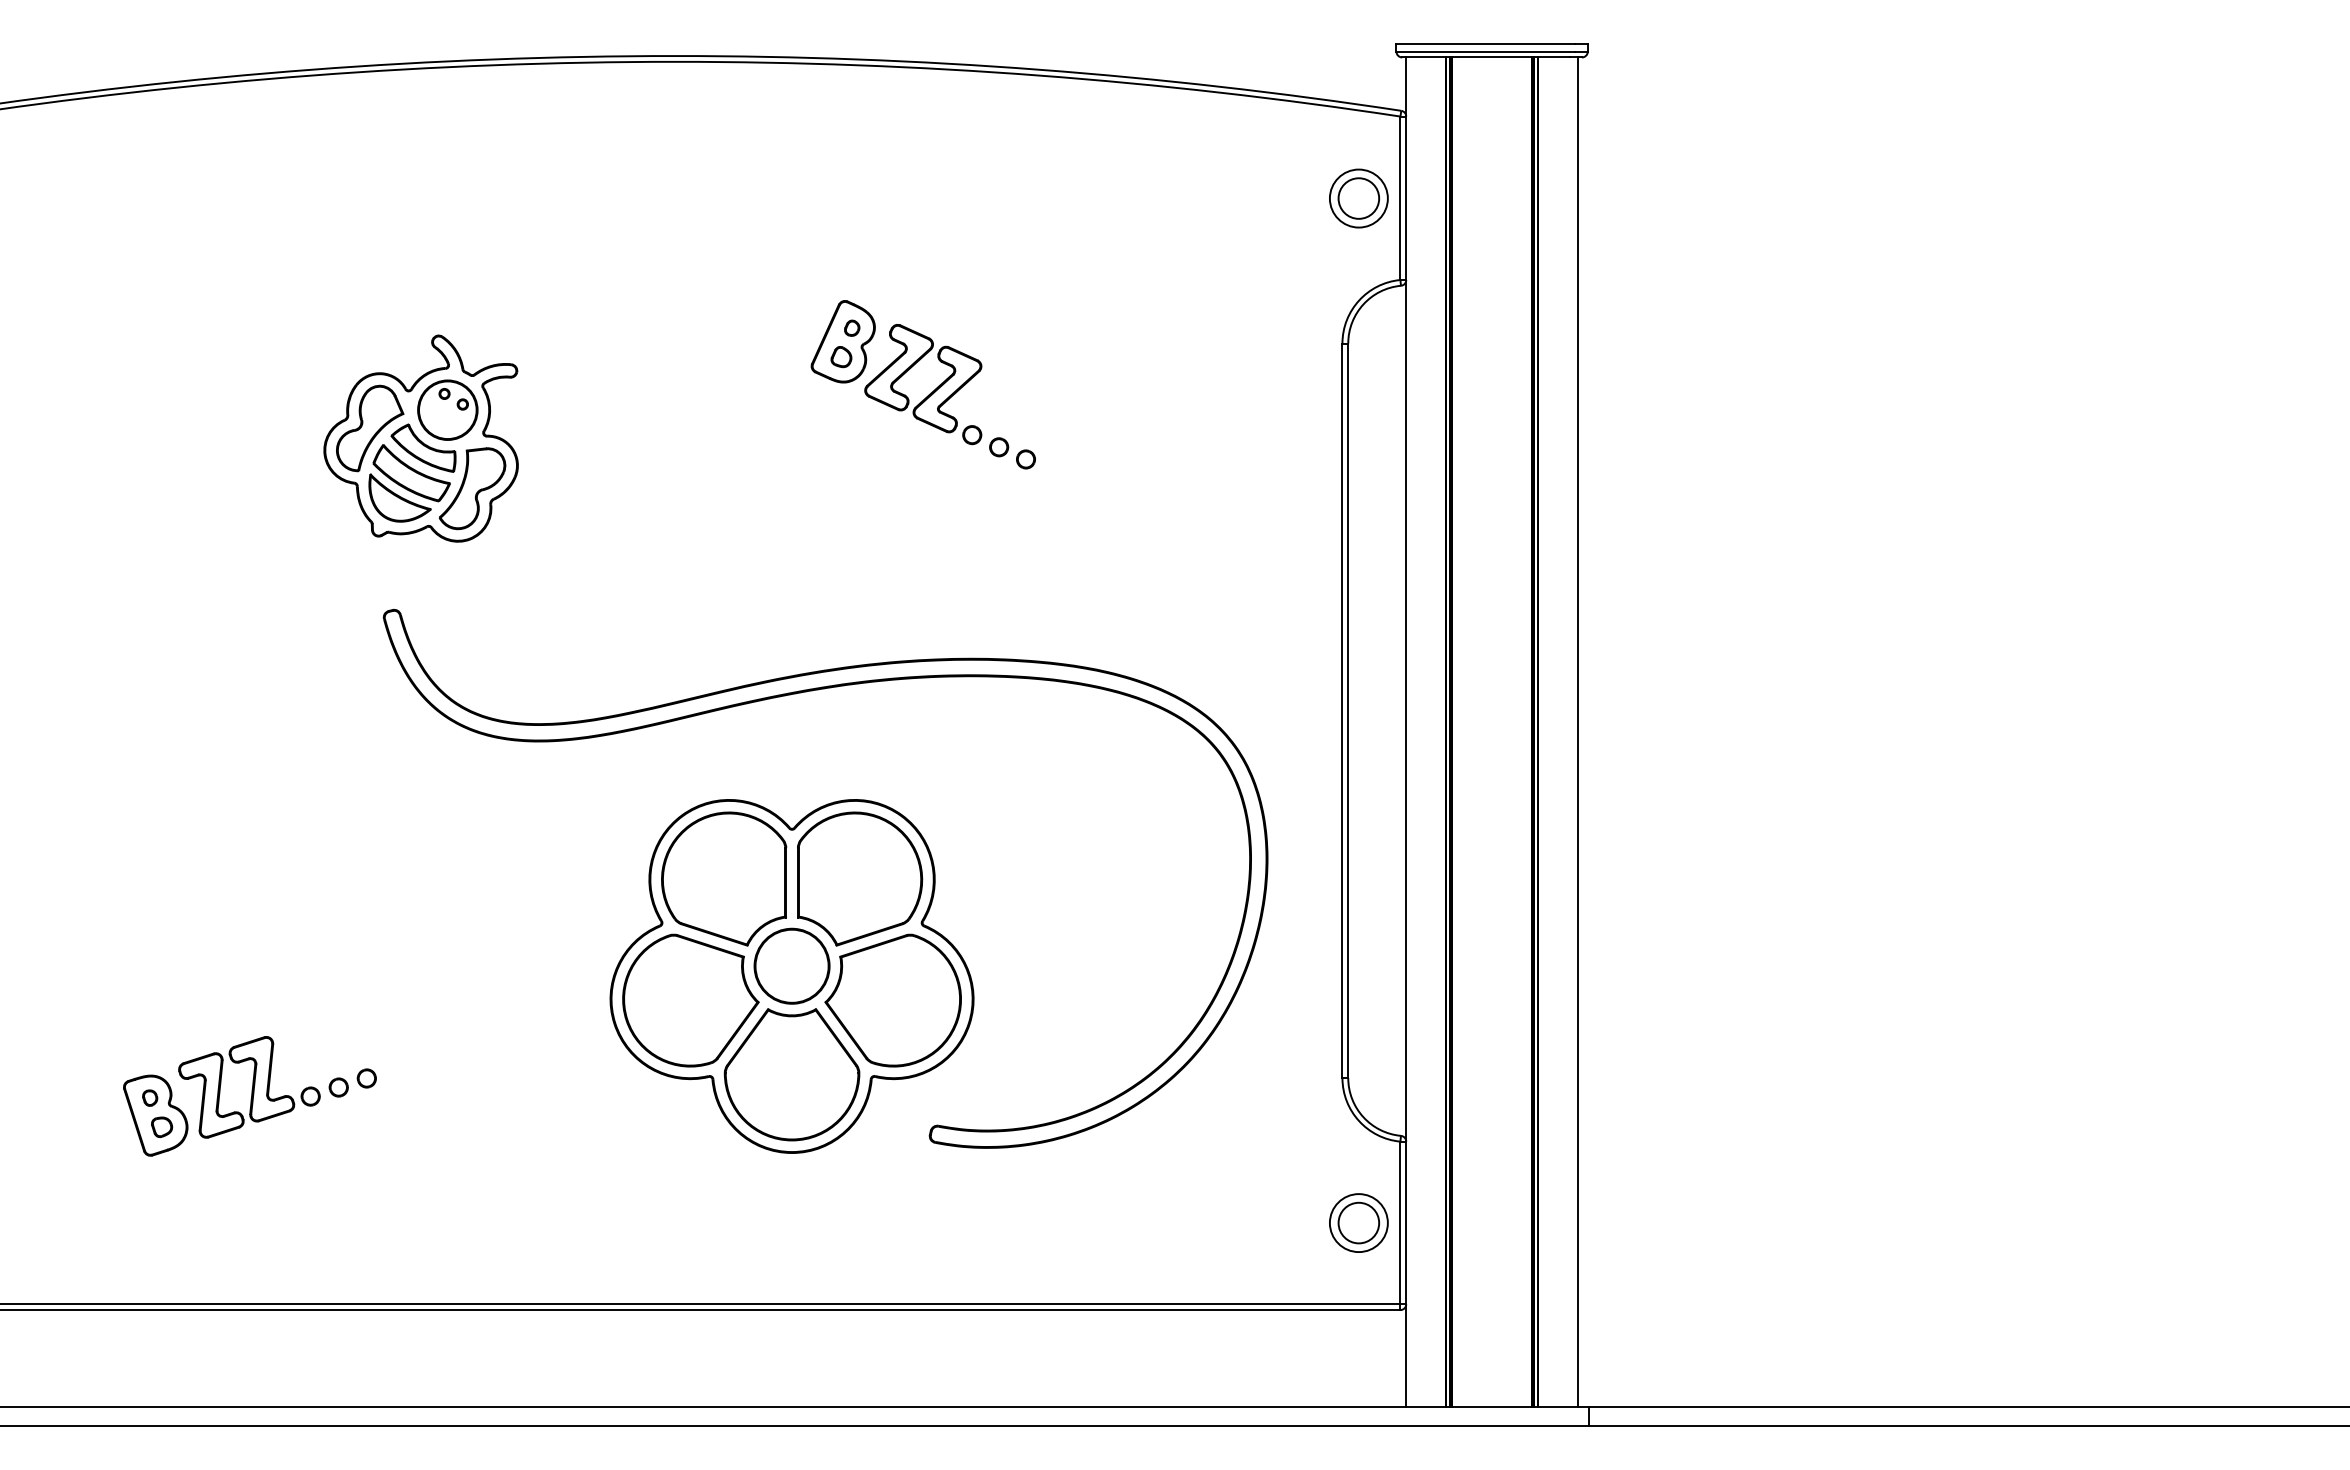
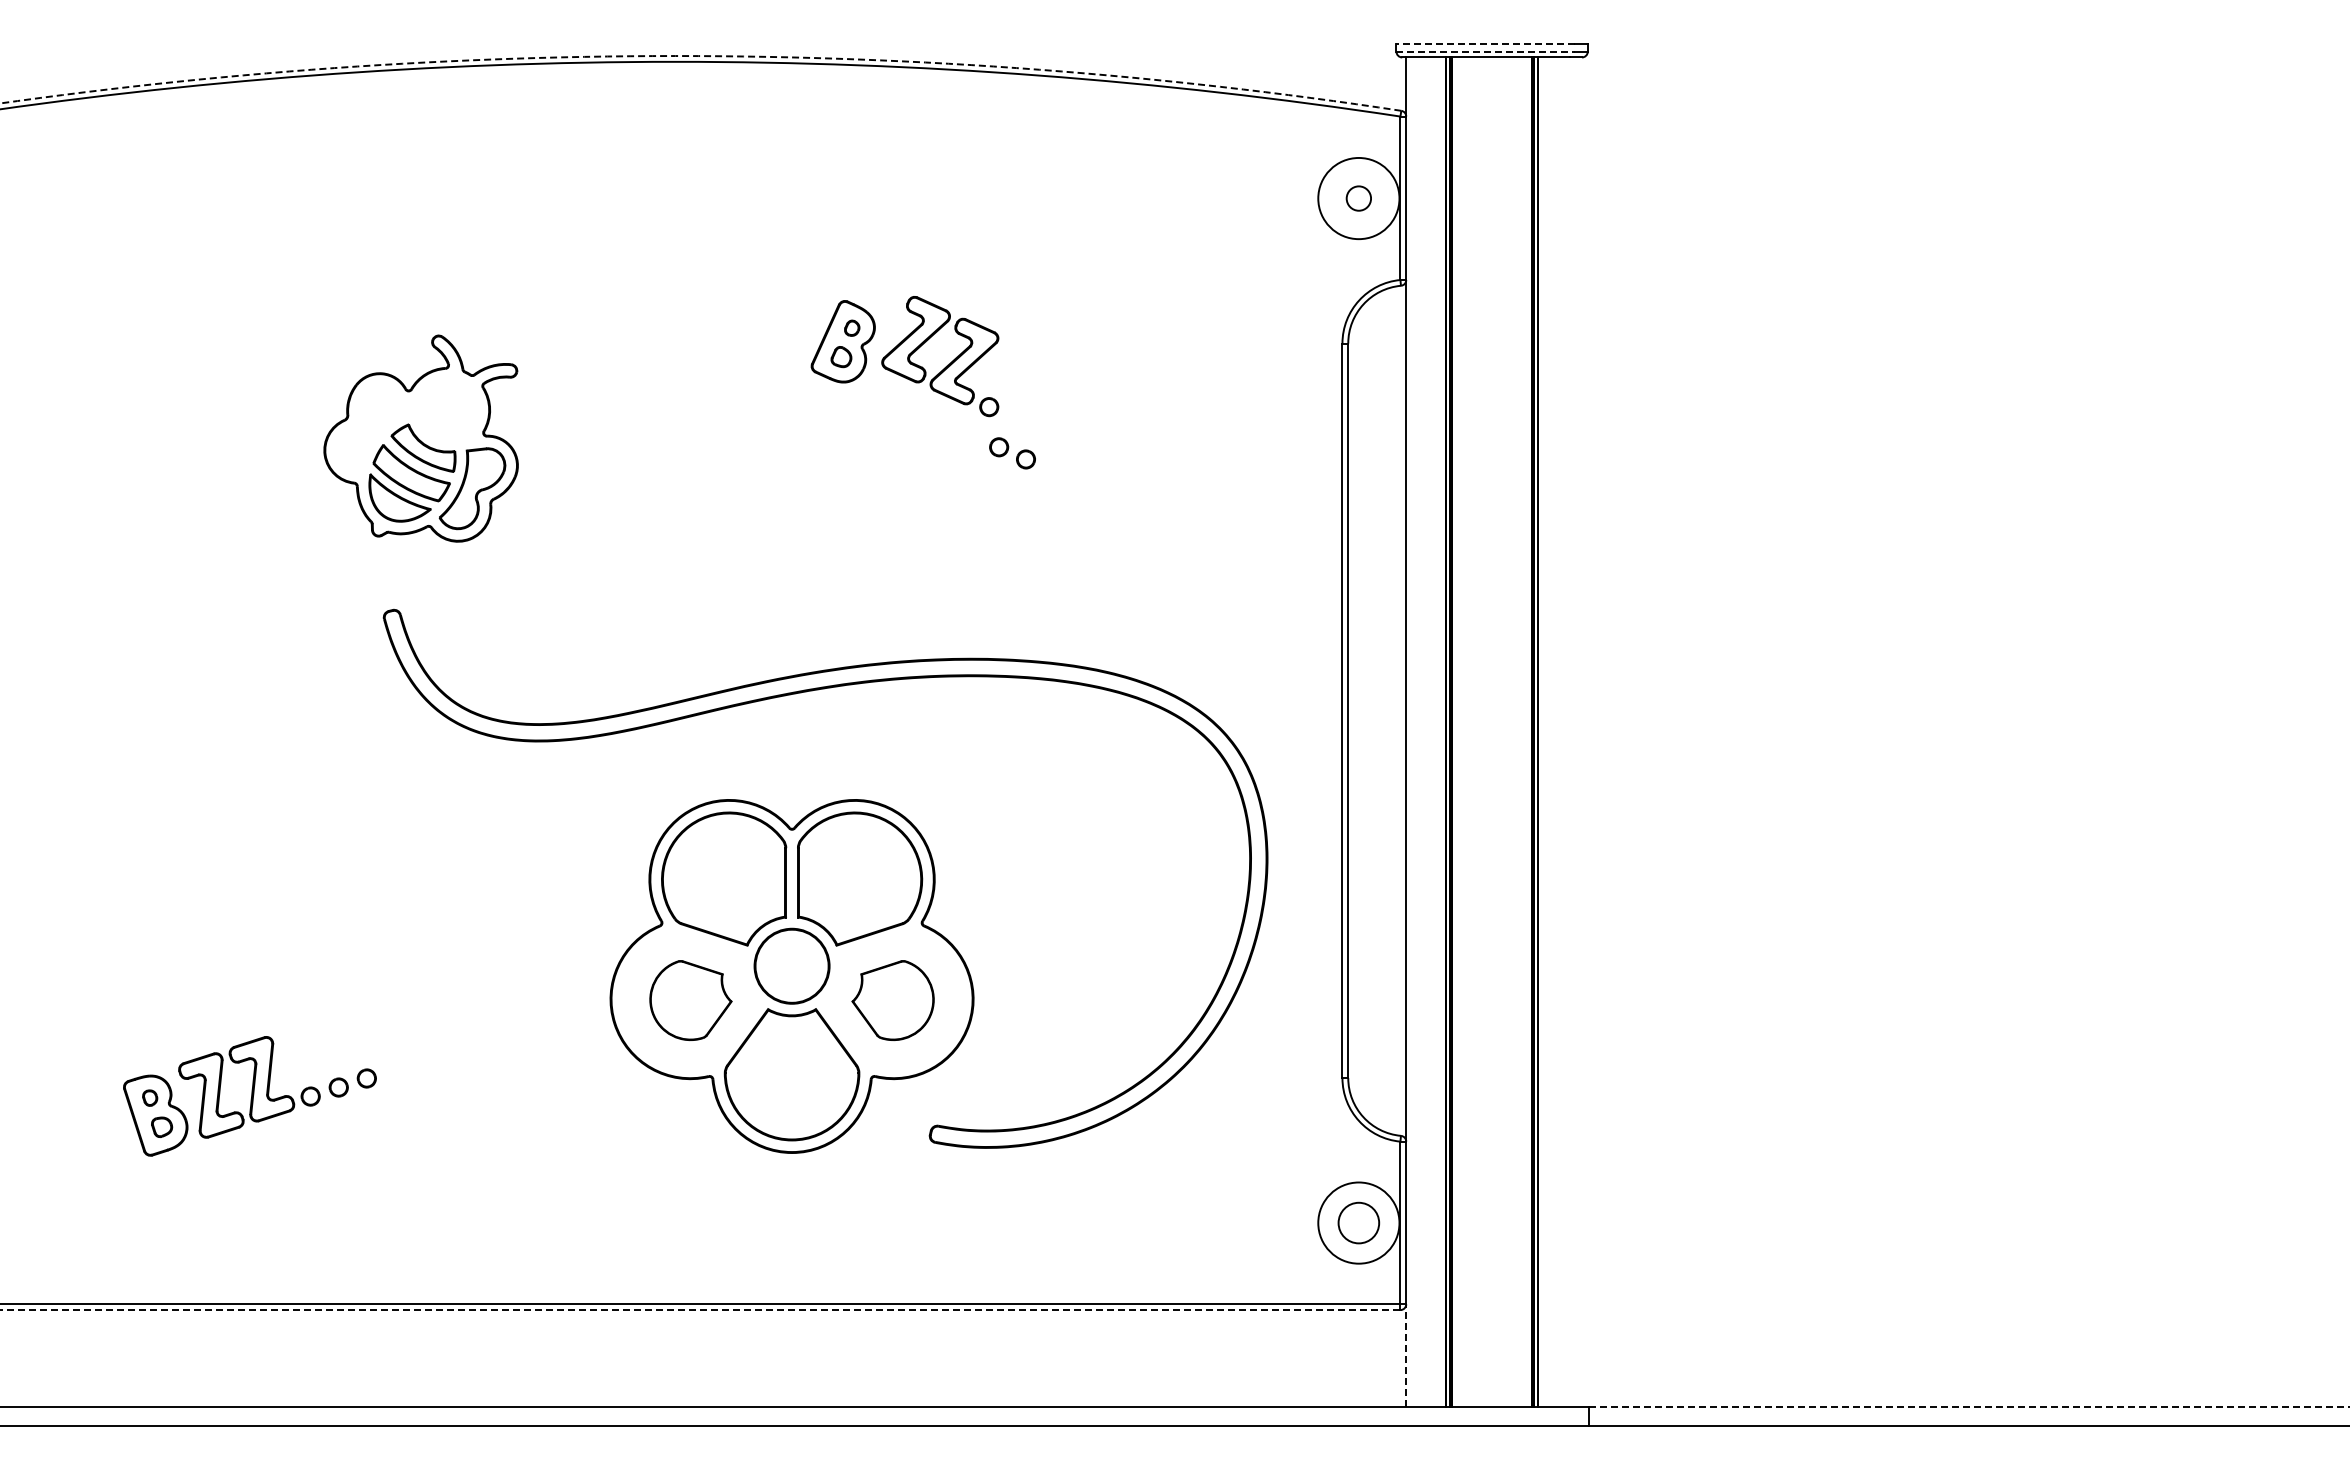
line at (1485, 43): solid -> dashed
line at (1486, 51): solid -> dashed
arc at (701, 56): solid -> dashed
circle at (1358, 198) diameter: 41 px -> 24 px
circle at (1358, 198) diameter: 58 px -> 81 px
part at (930, 392) position: (930, 392) -> (947, 364)
part at (447, 409): present -> none
part at (370, 428): present -> none
line at (1578, 731): present -> none
part at (690, 1000) size: 138x135 px -> 84x81 px
part at (892, 1000) size: 138x135 px -> 84x81 px
circle at (1358, 1223) diameter: 58 px -> 81 px
line at (700, 1310): solid -> dashed
line at (1406, 1355): solid -> dashed
line at (1969, 1406): solid -> dashed
